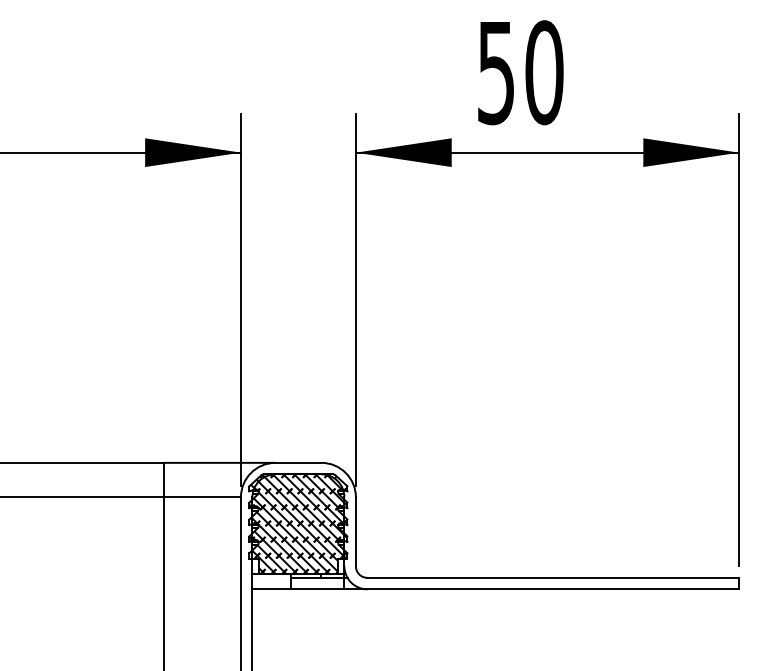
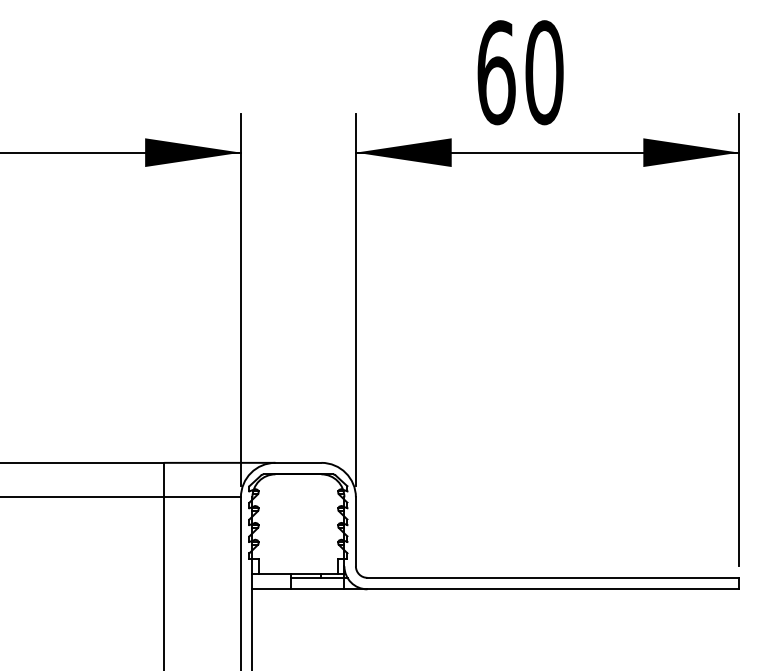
text at (496, 72): 50 -> 60
hatch at (298, 524): present -> none
